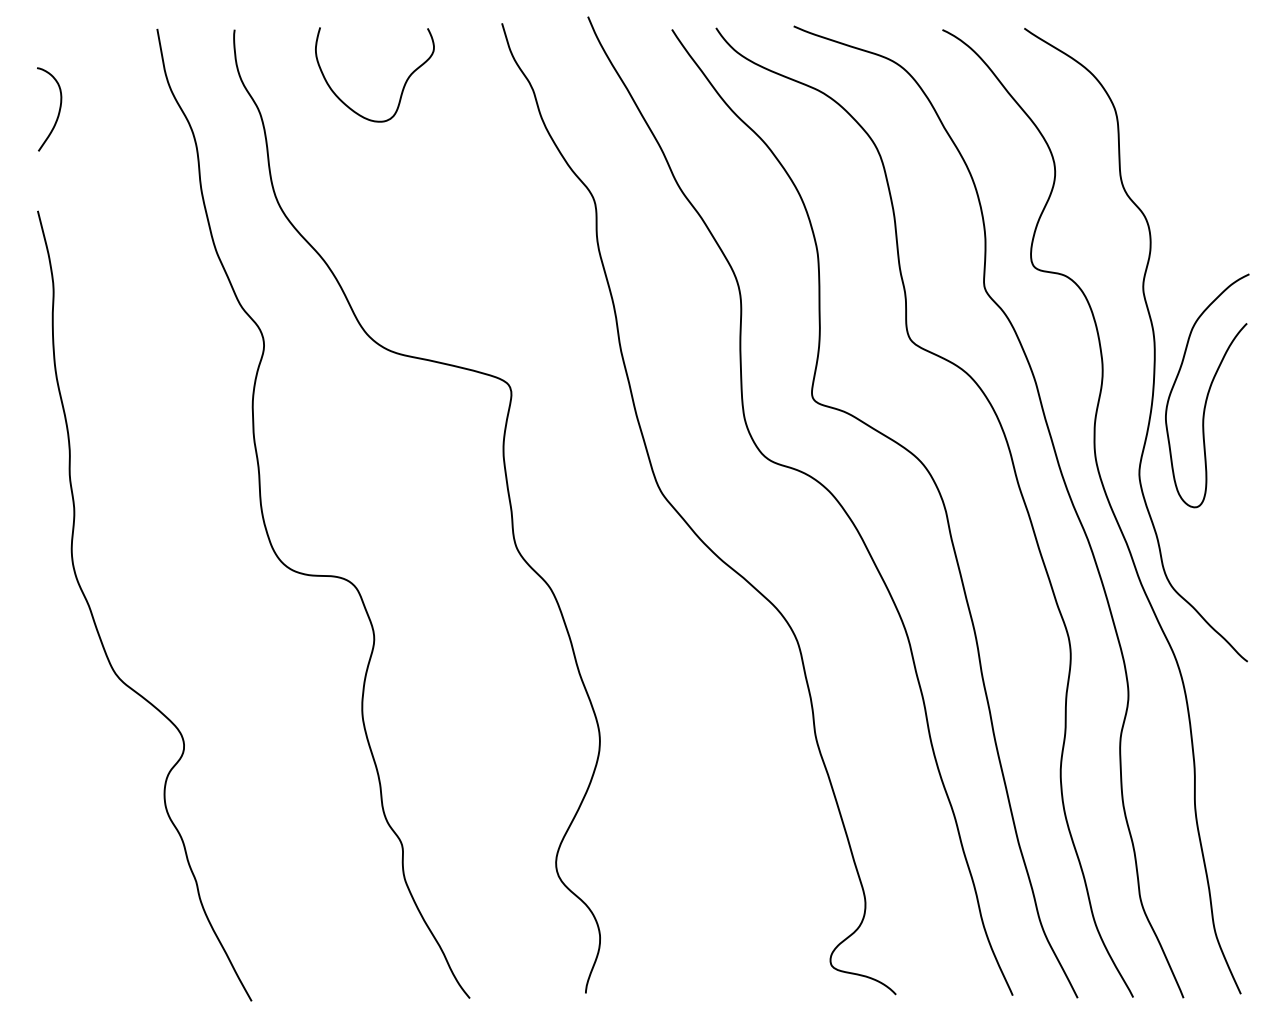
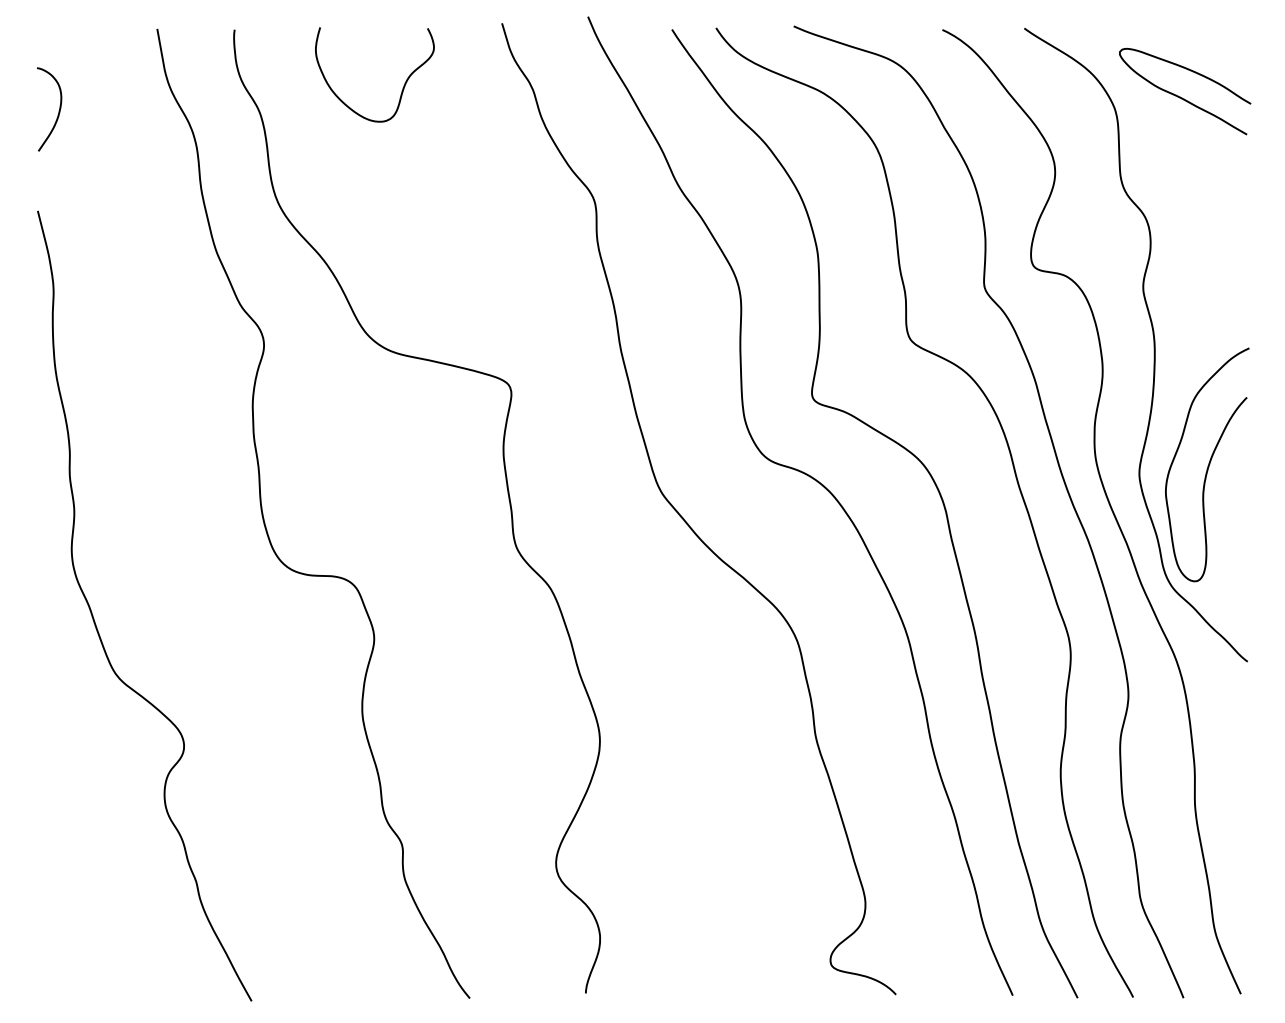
curve at (1182, 97): none -> present
curve at (1208, 390) position: (1208, 390) -> (1208, 464)
